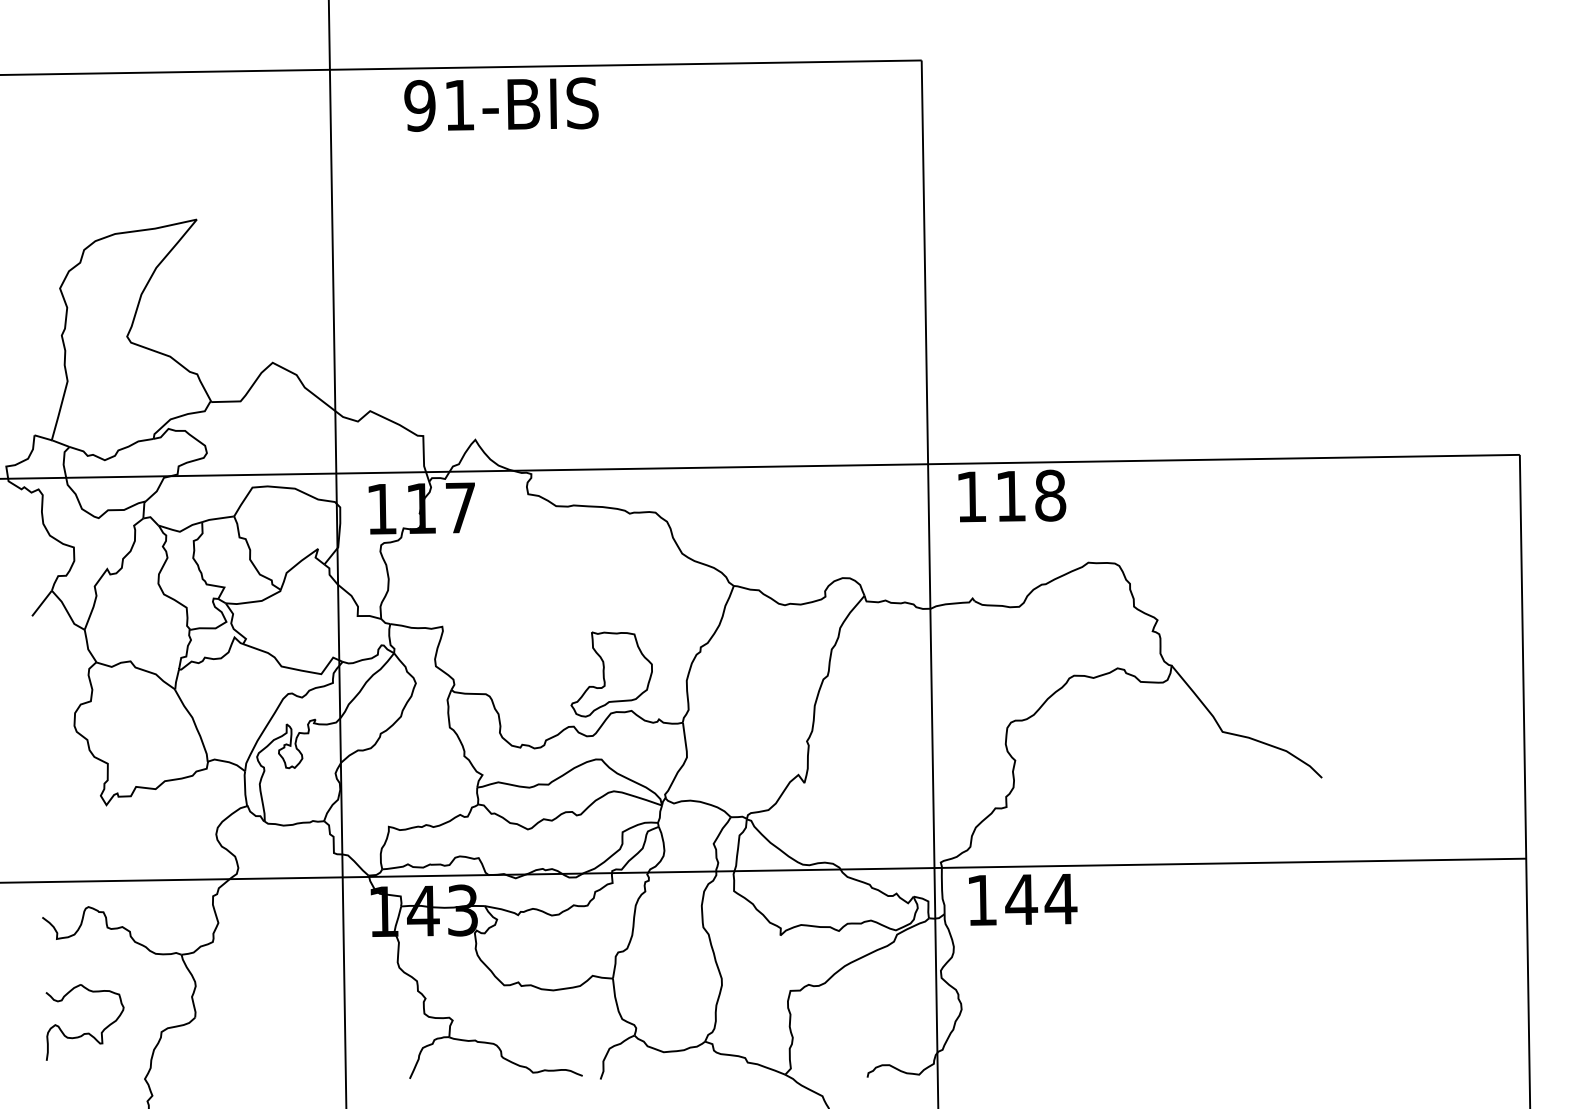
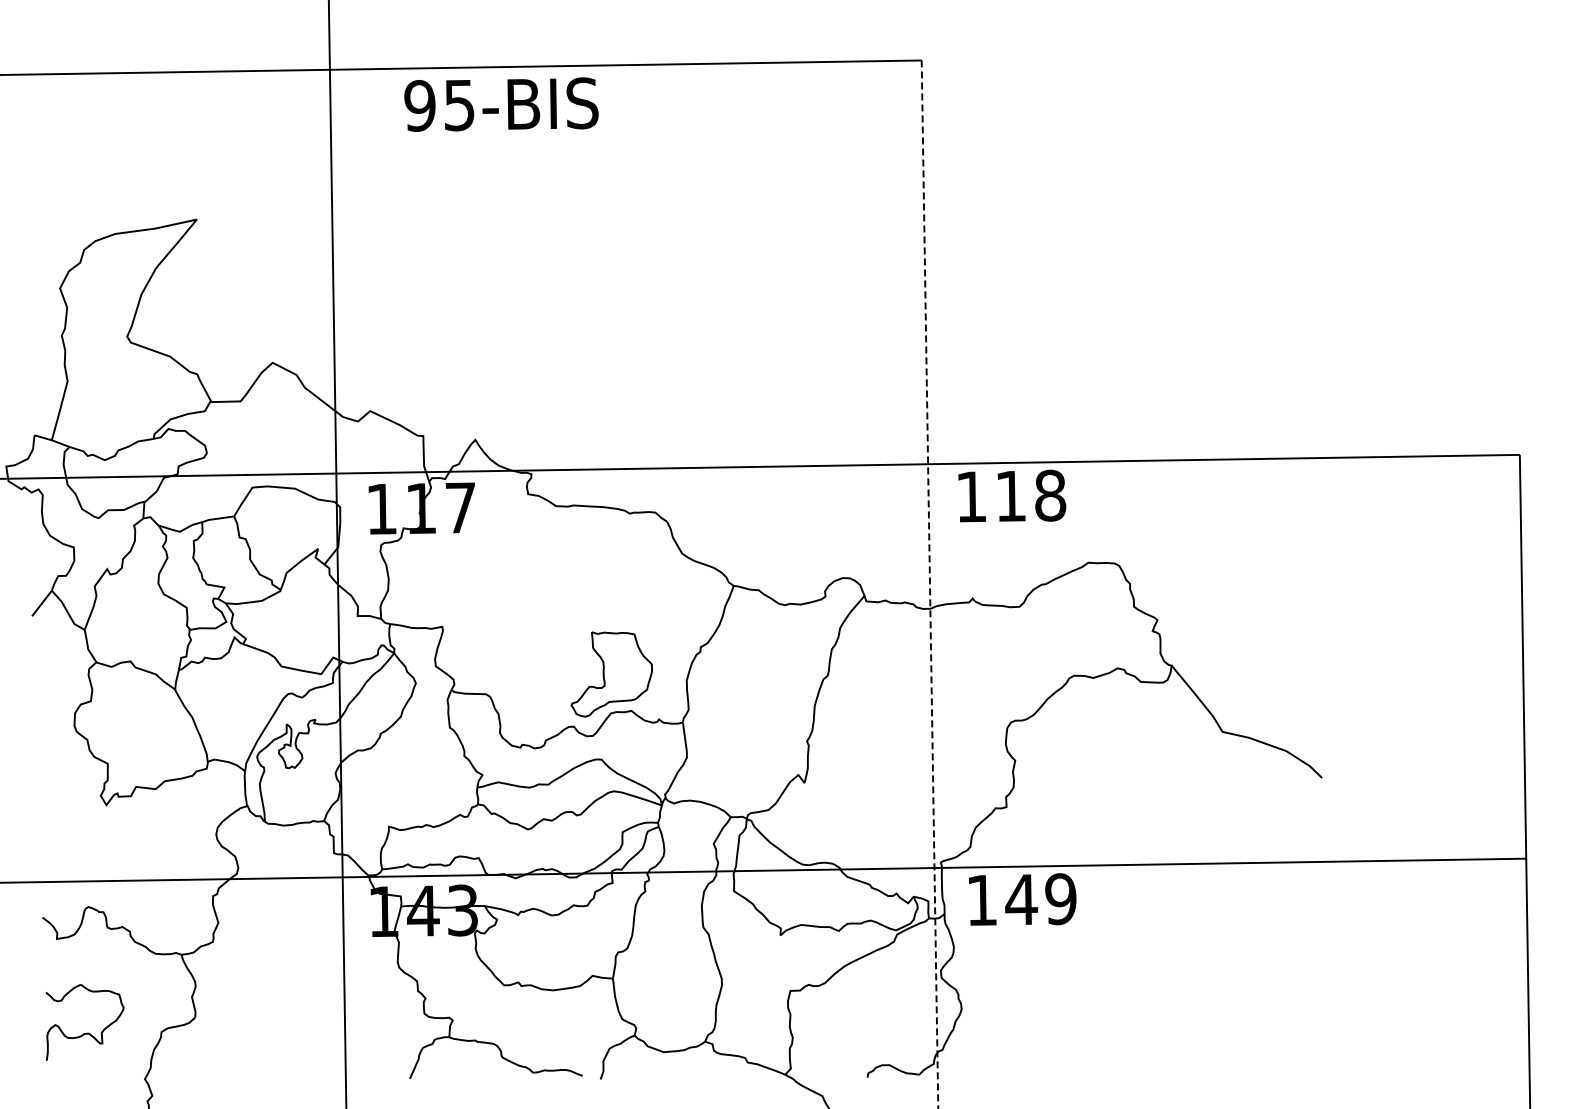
text at (459, 105): 91-BIS -> 95-BIS
line at (930, 585): solid -> dashed
text at (1060, 899): 144 -> 149
